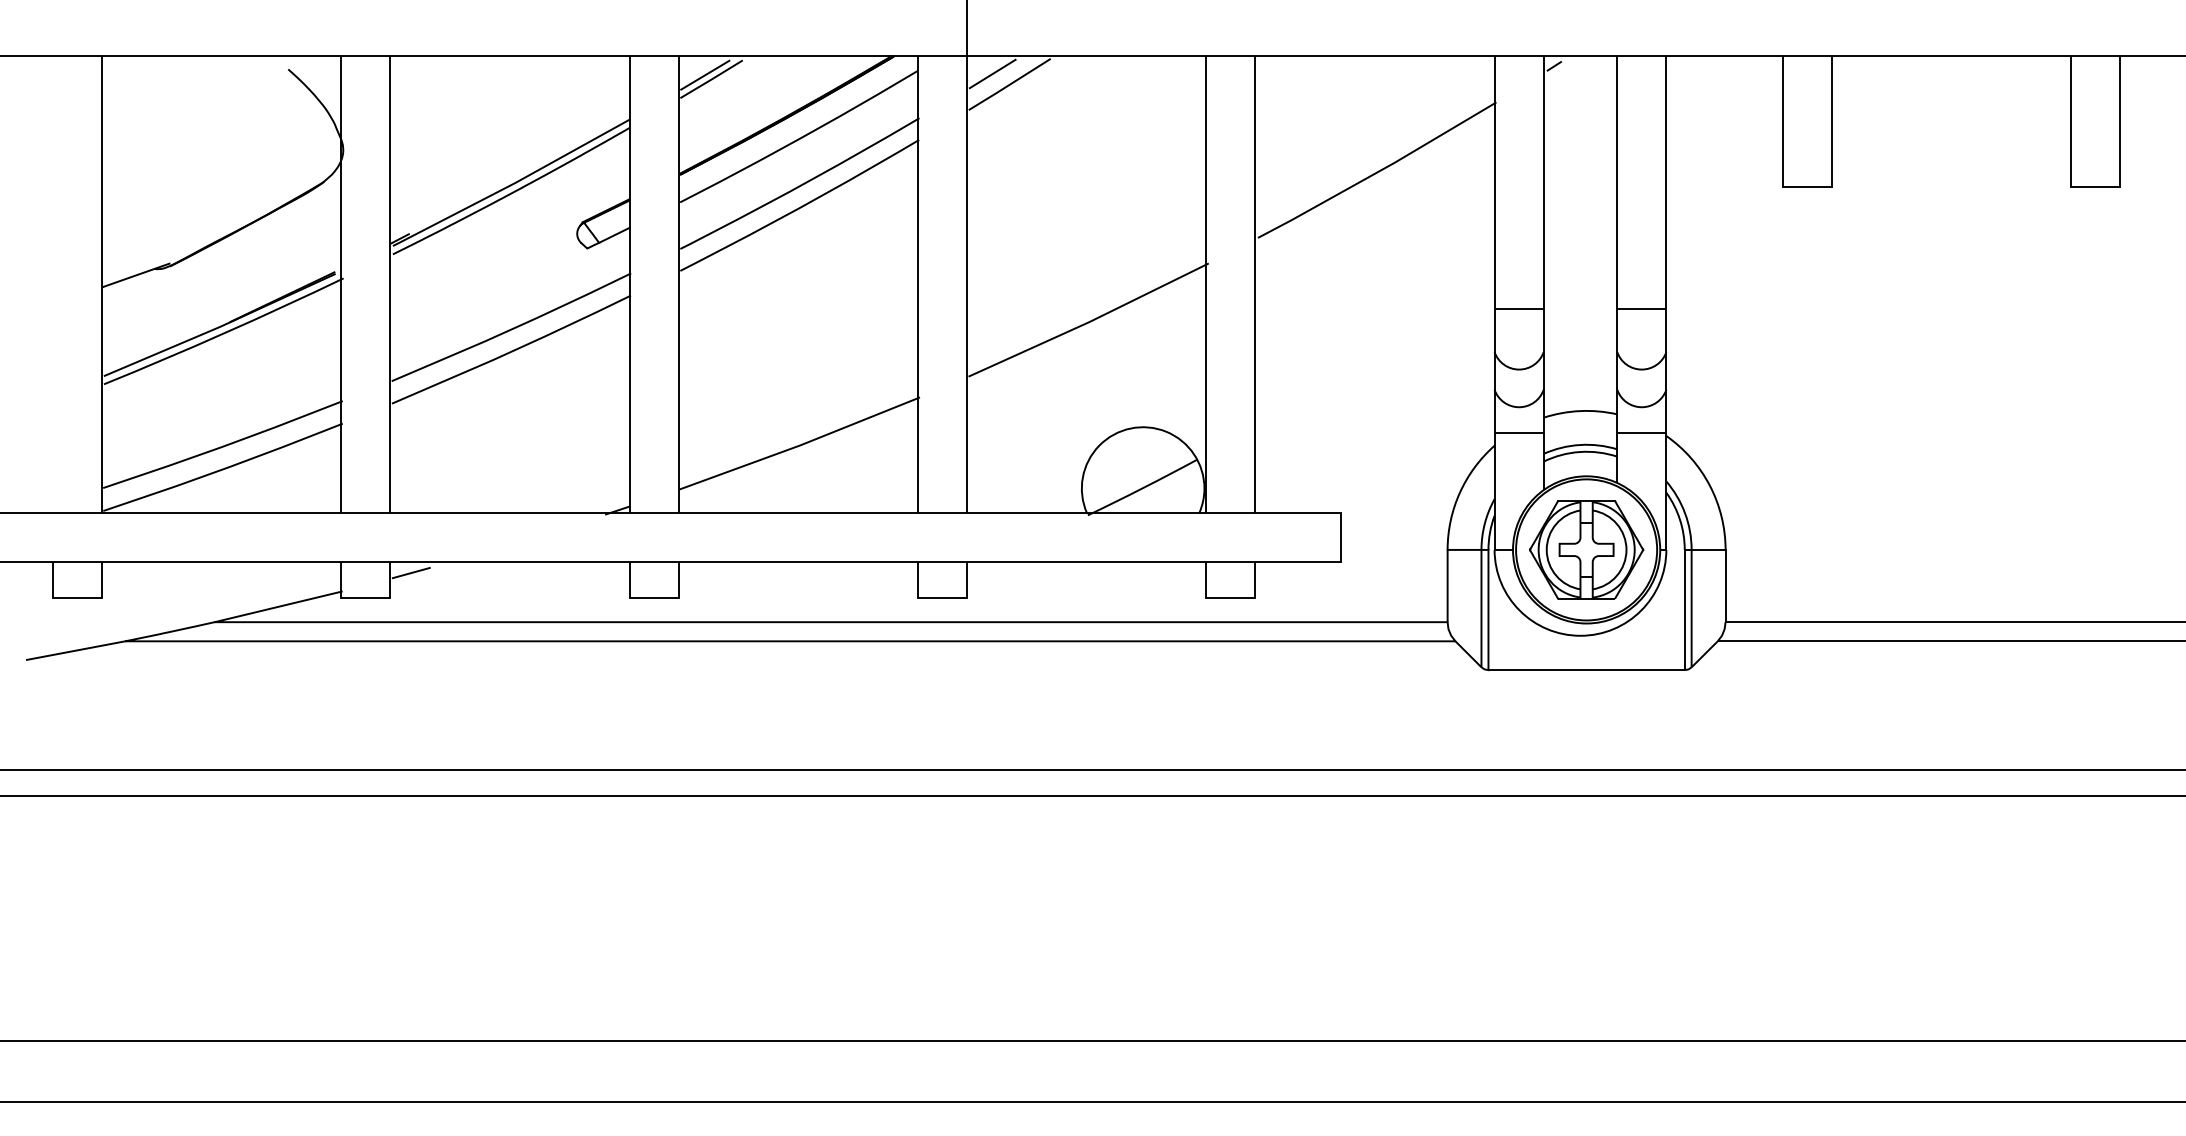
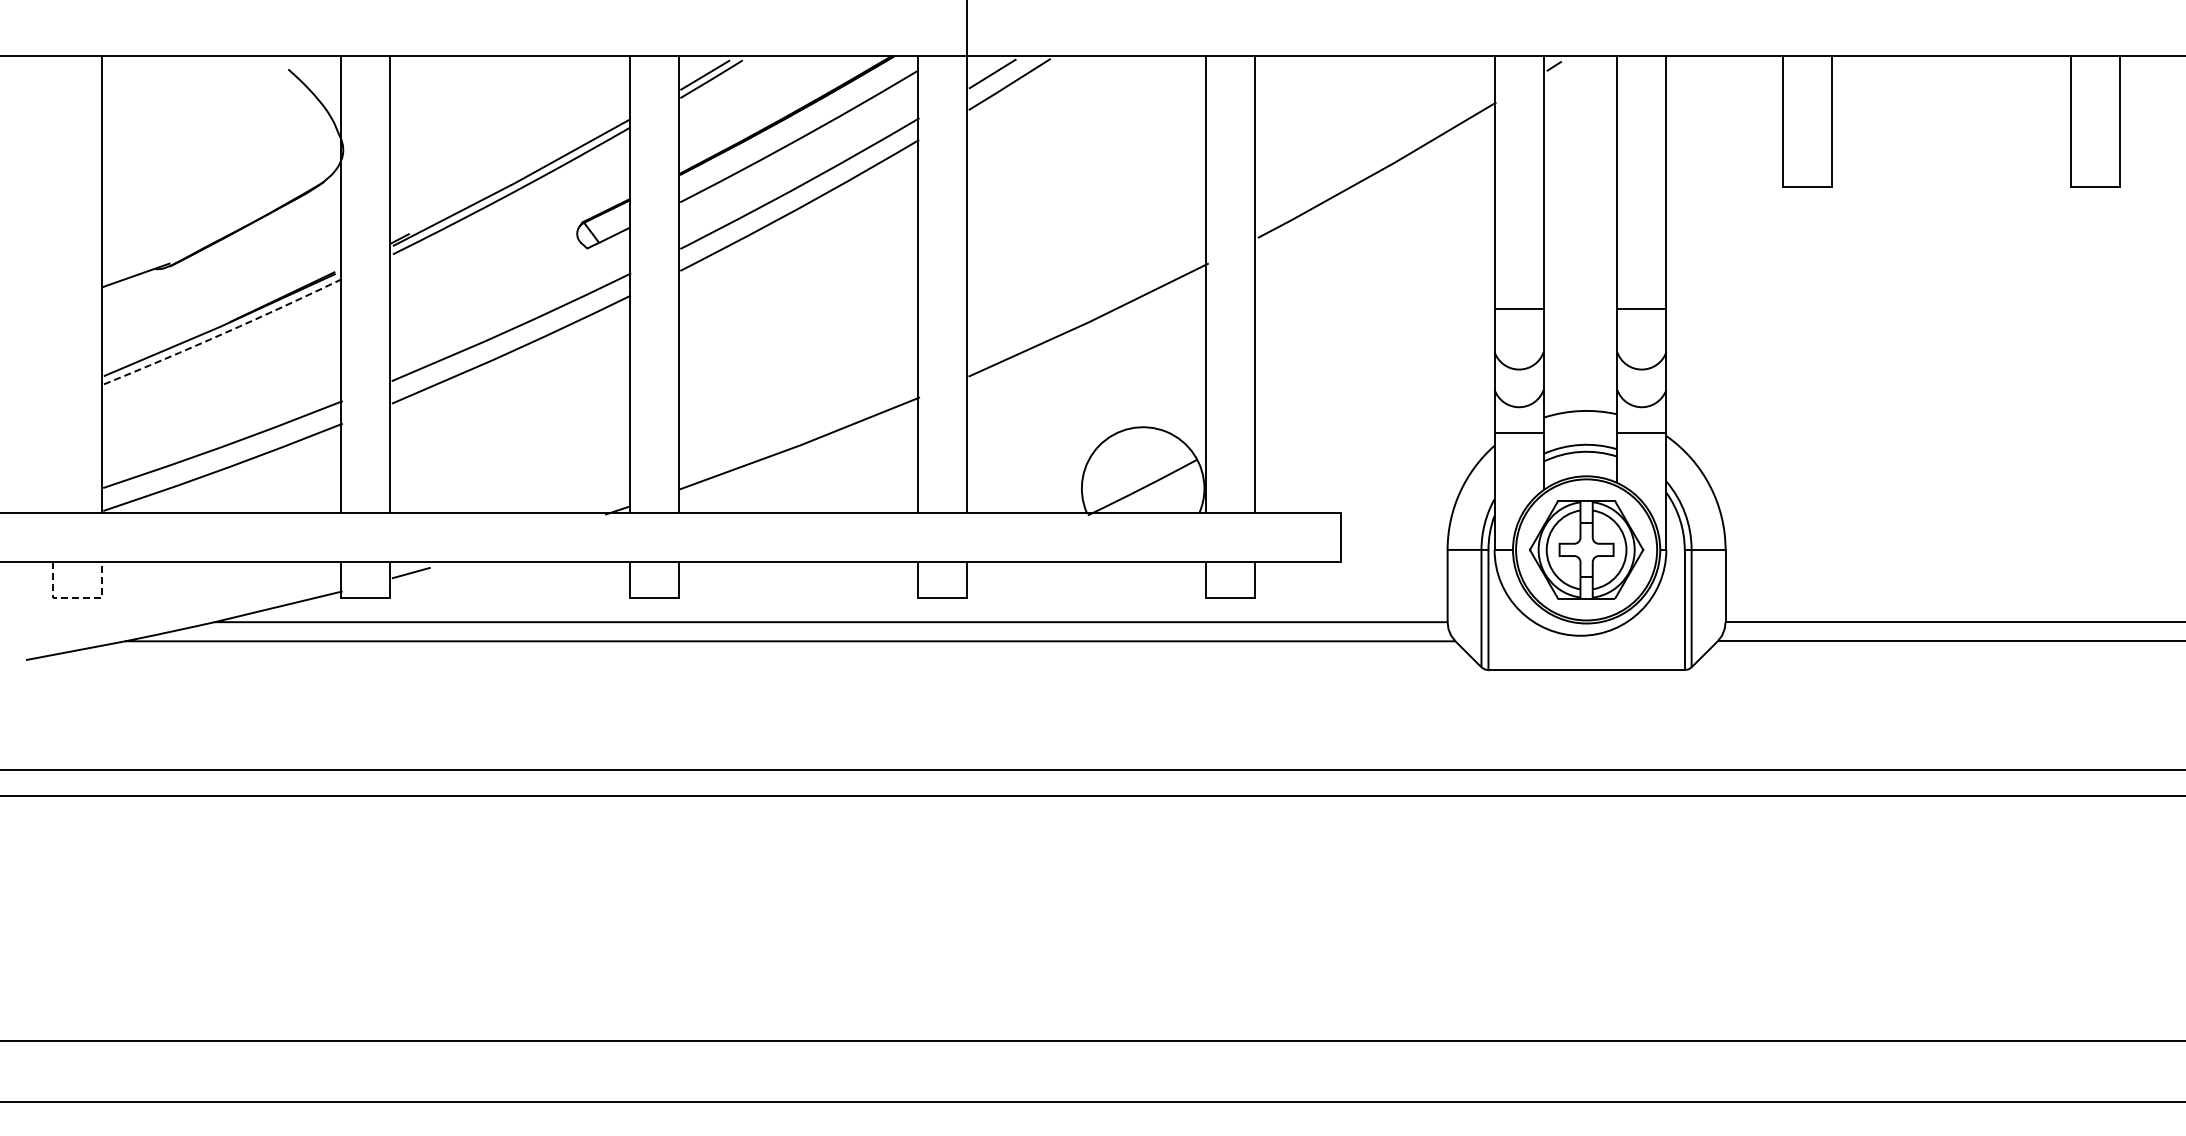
arc at (224, 333): solid -> dashed
line at (77, 597): solid -> dashed
